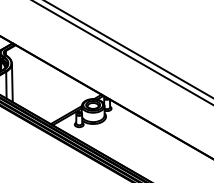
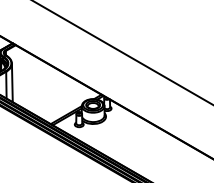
line at (128, 49): present -> none
